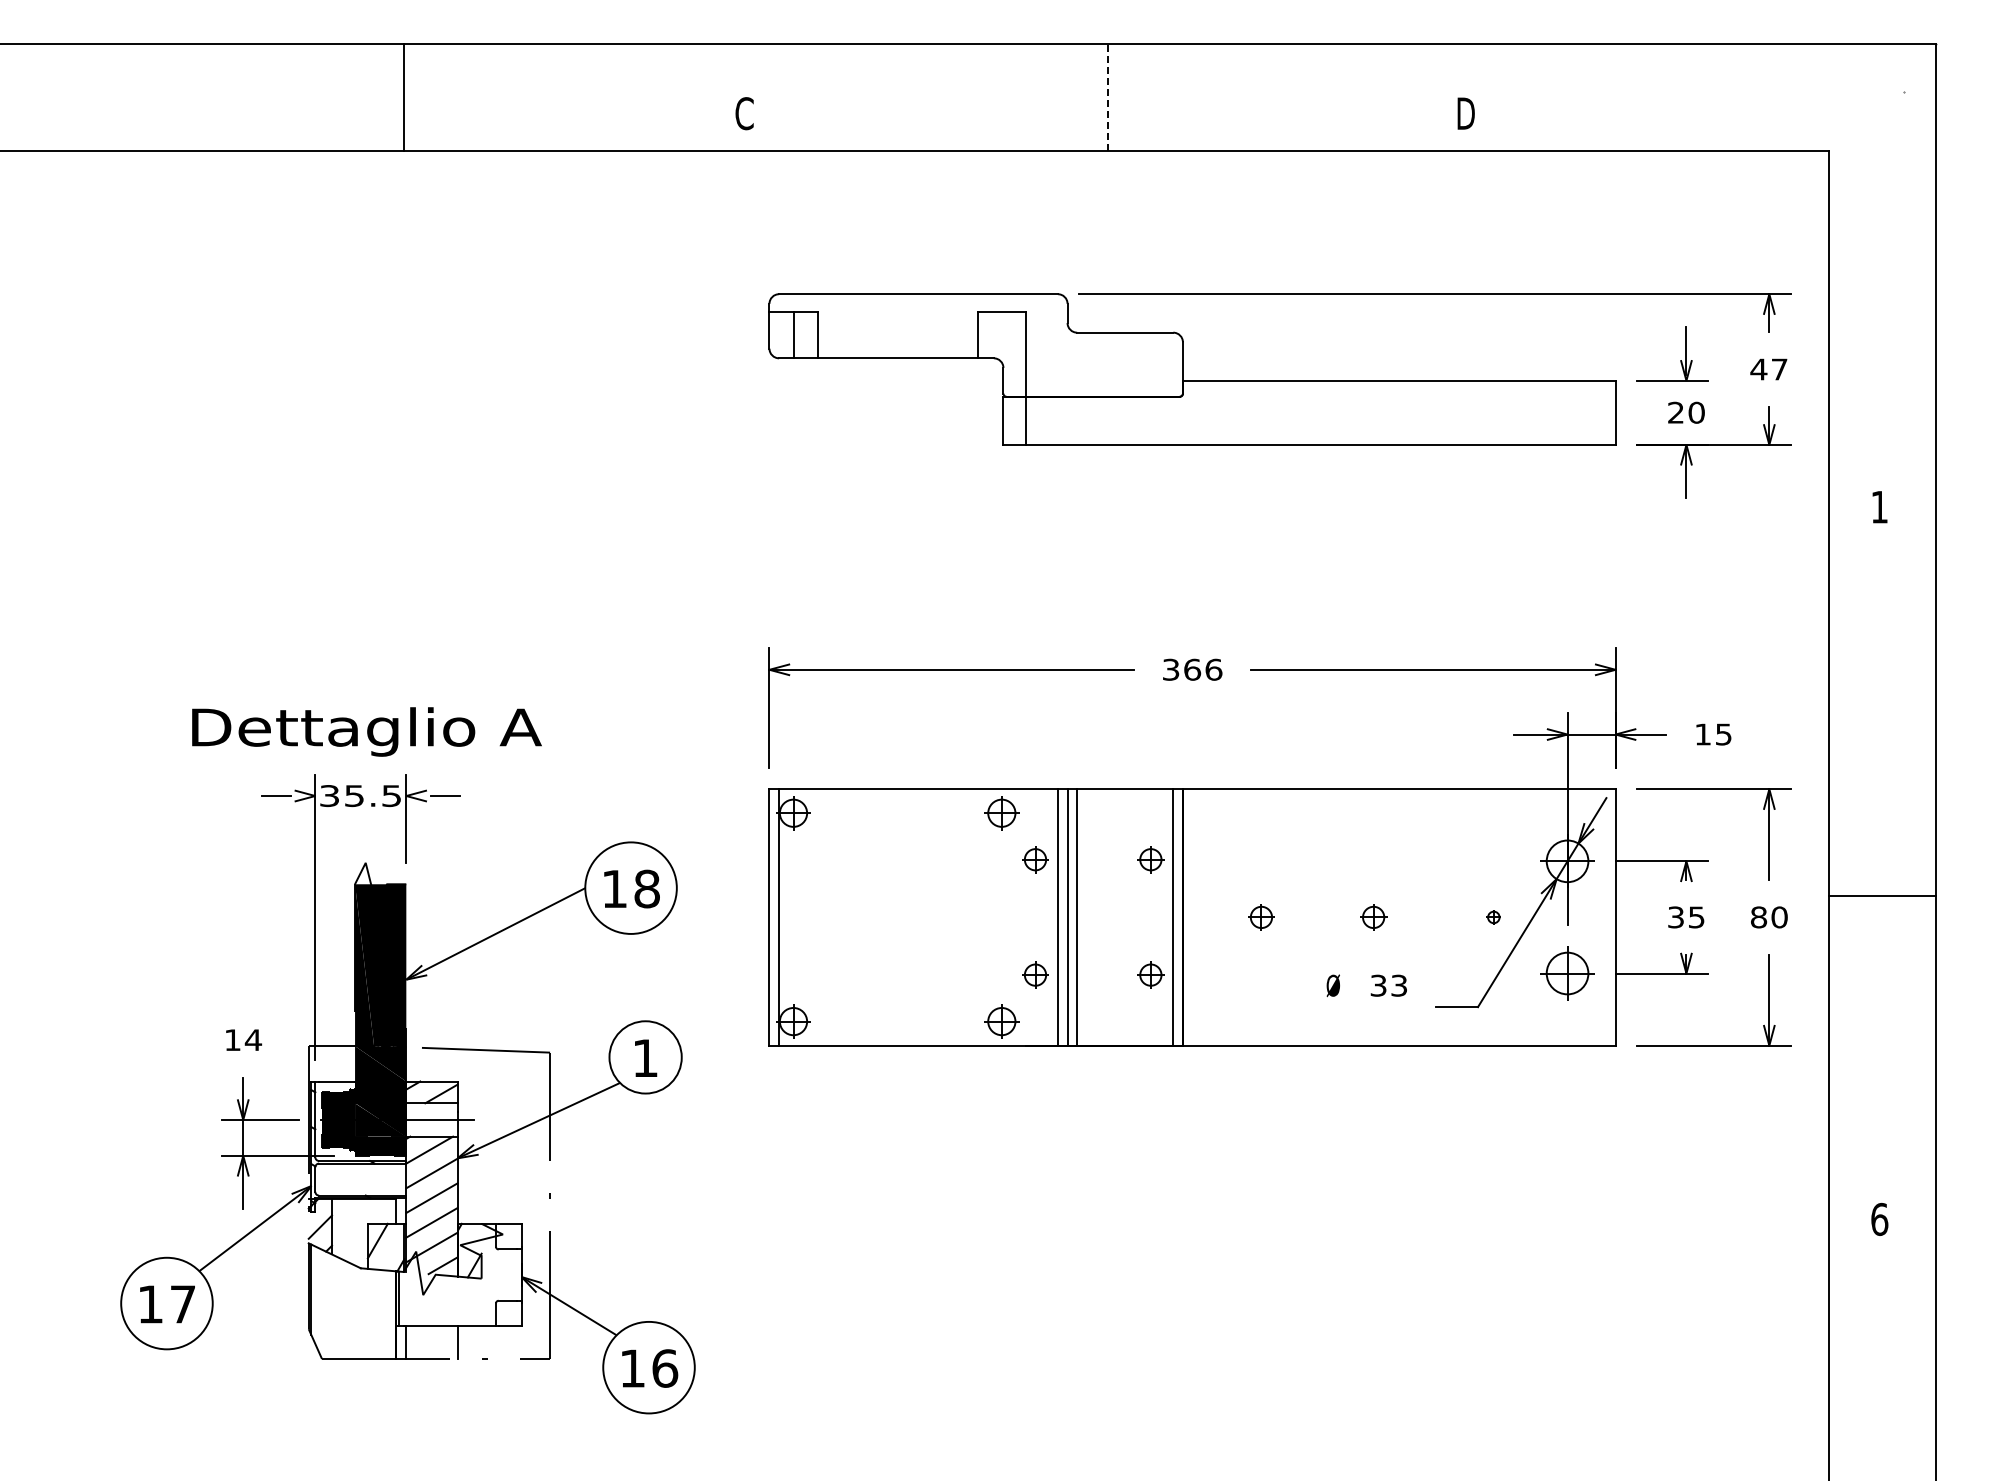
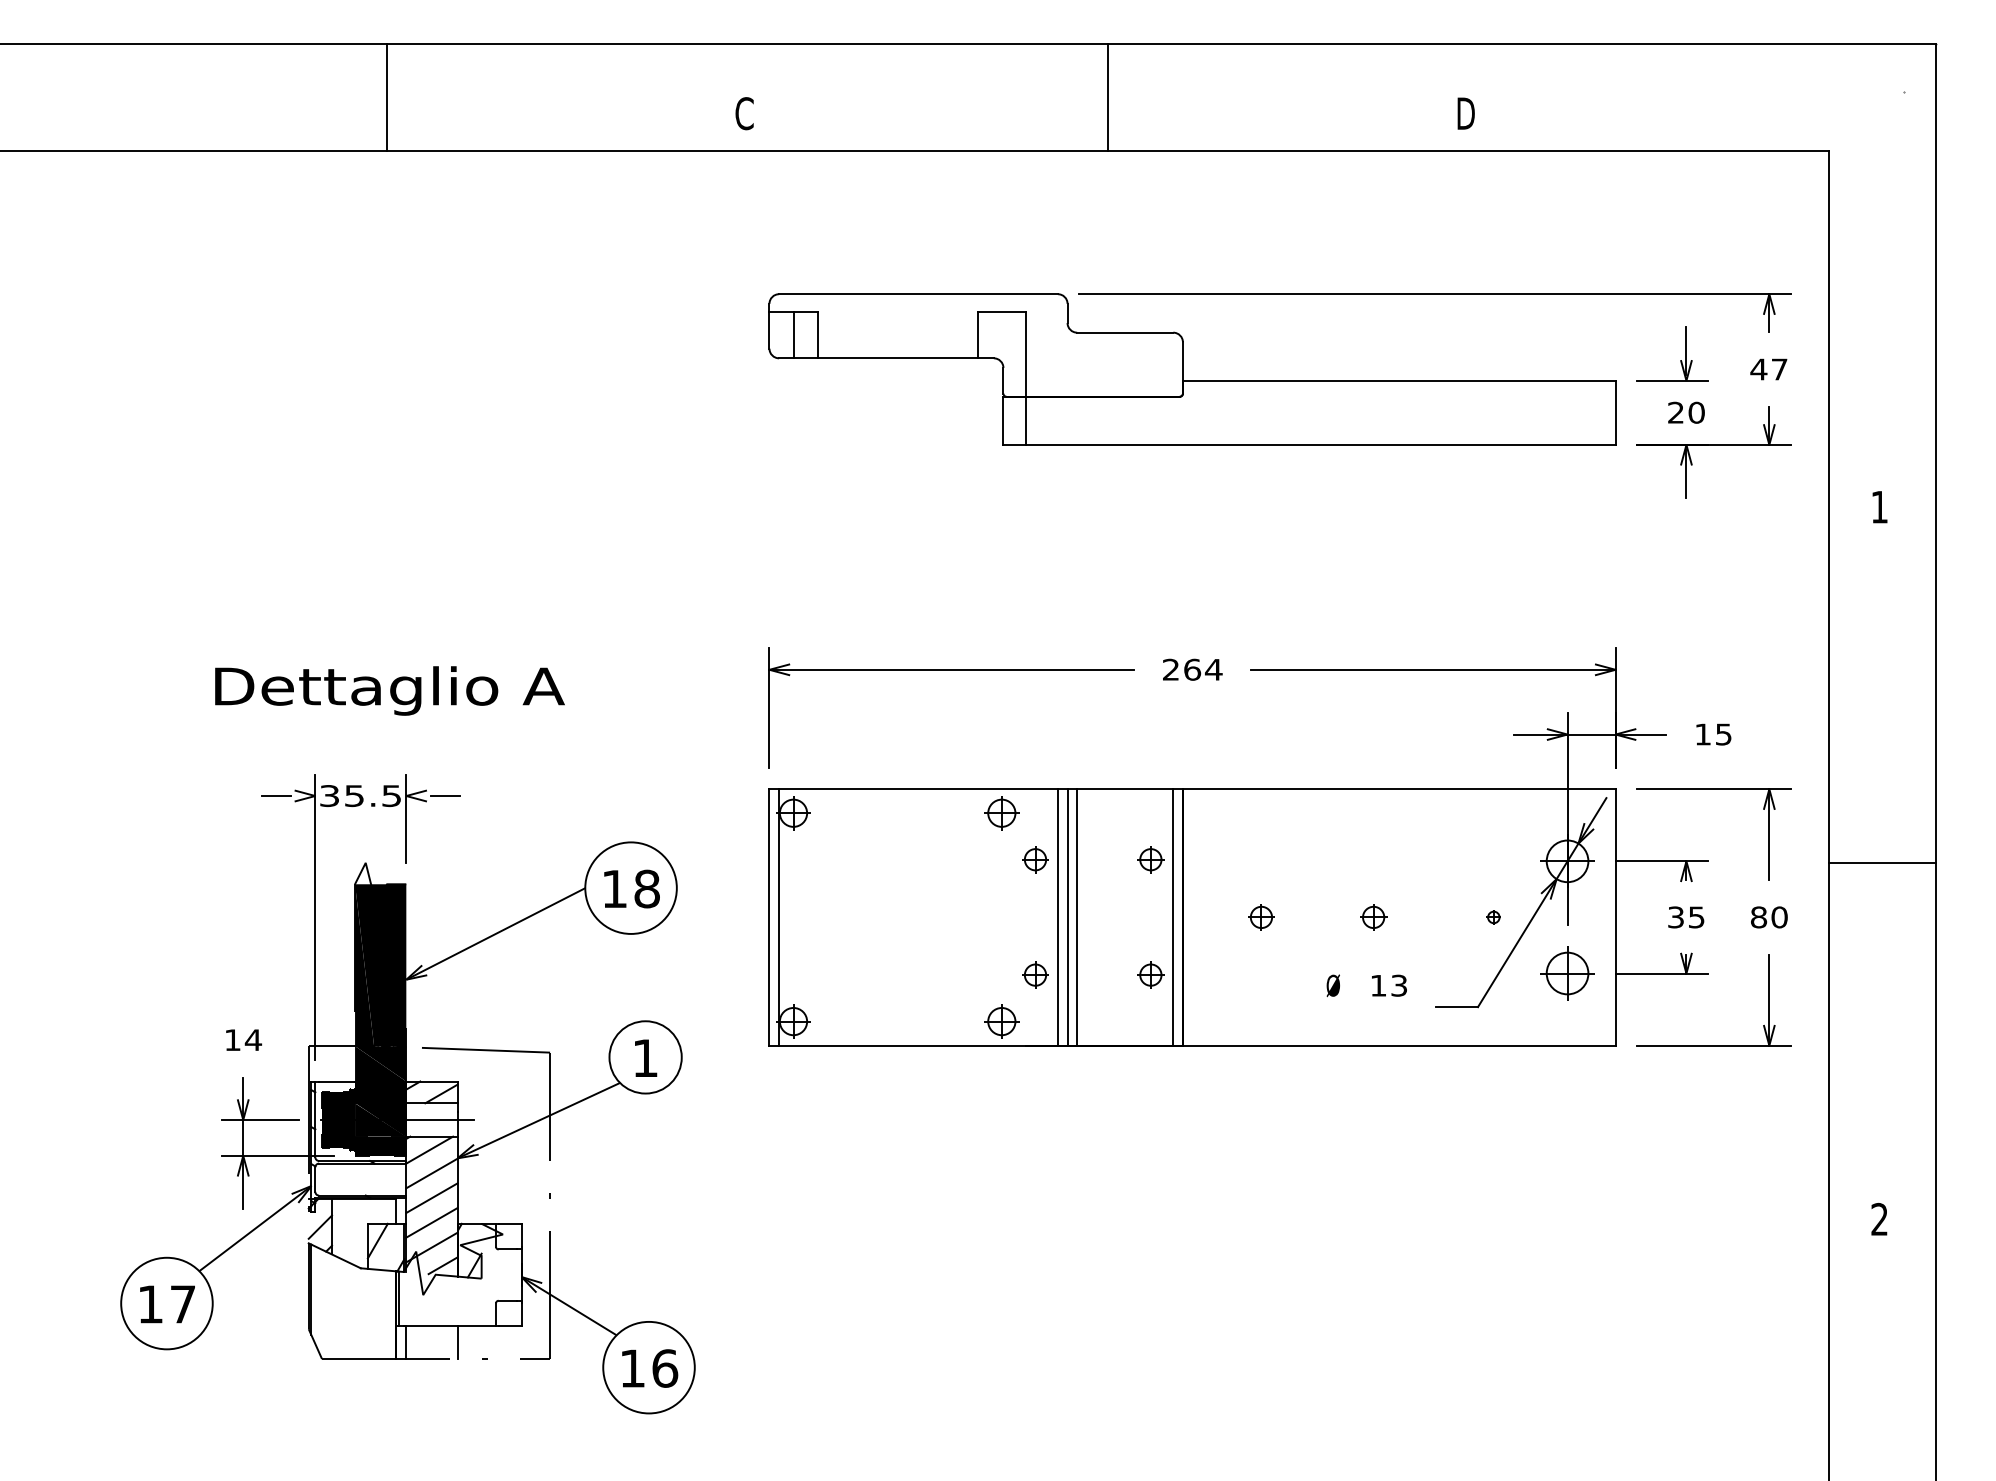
line at (403, 97) position: (403, 97) -> (386, 97)
line at (1108, 97): dashed -> solid
text at (1192, 669): 366 -> 264
text at (366, 731) position: (366, 731) -> (389, 690)
line at (1882, 896) position: (1882, 896) -> (1882, 863)
text at (1378, 985): 33 -> 13
text at (1879, 1218): 6 -> 2
